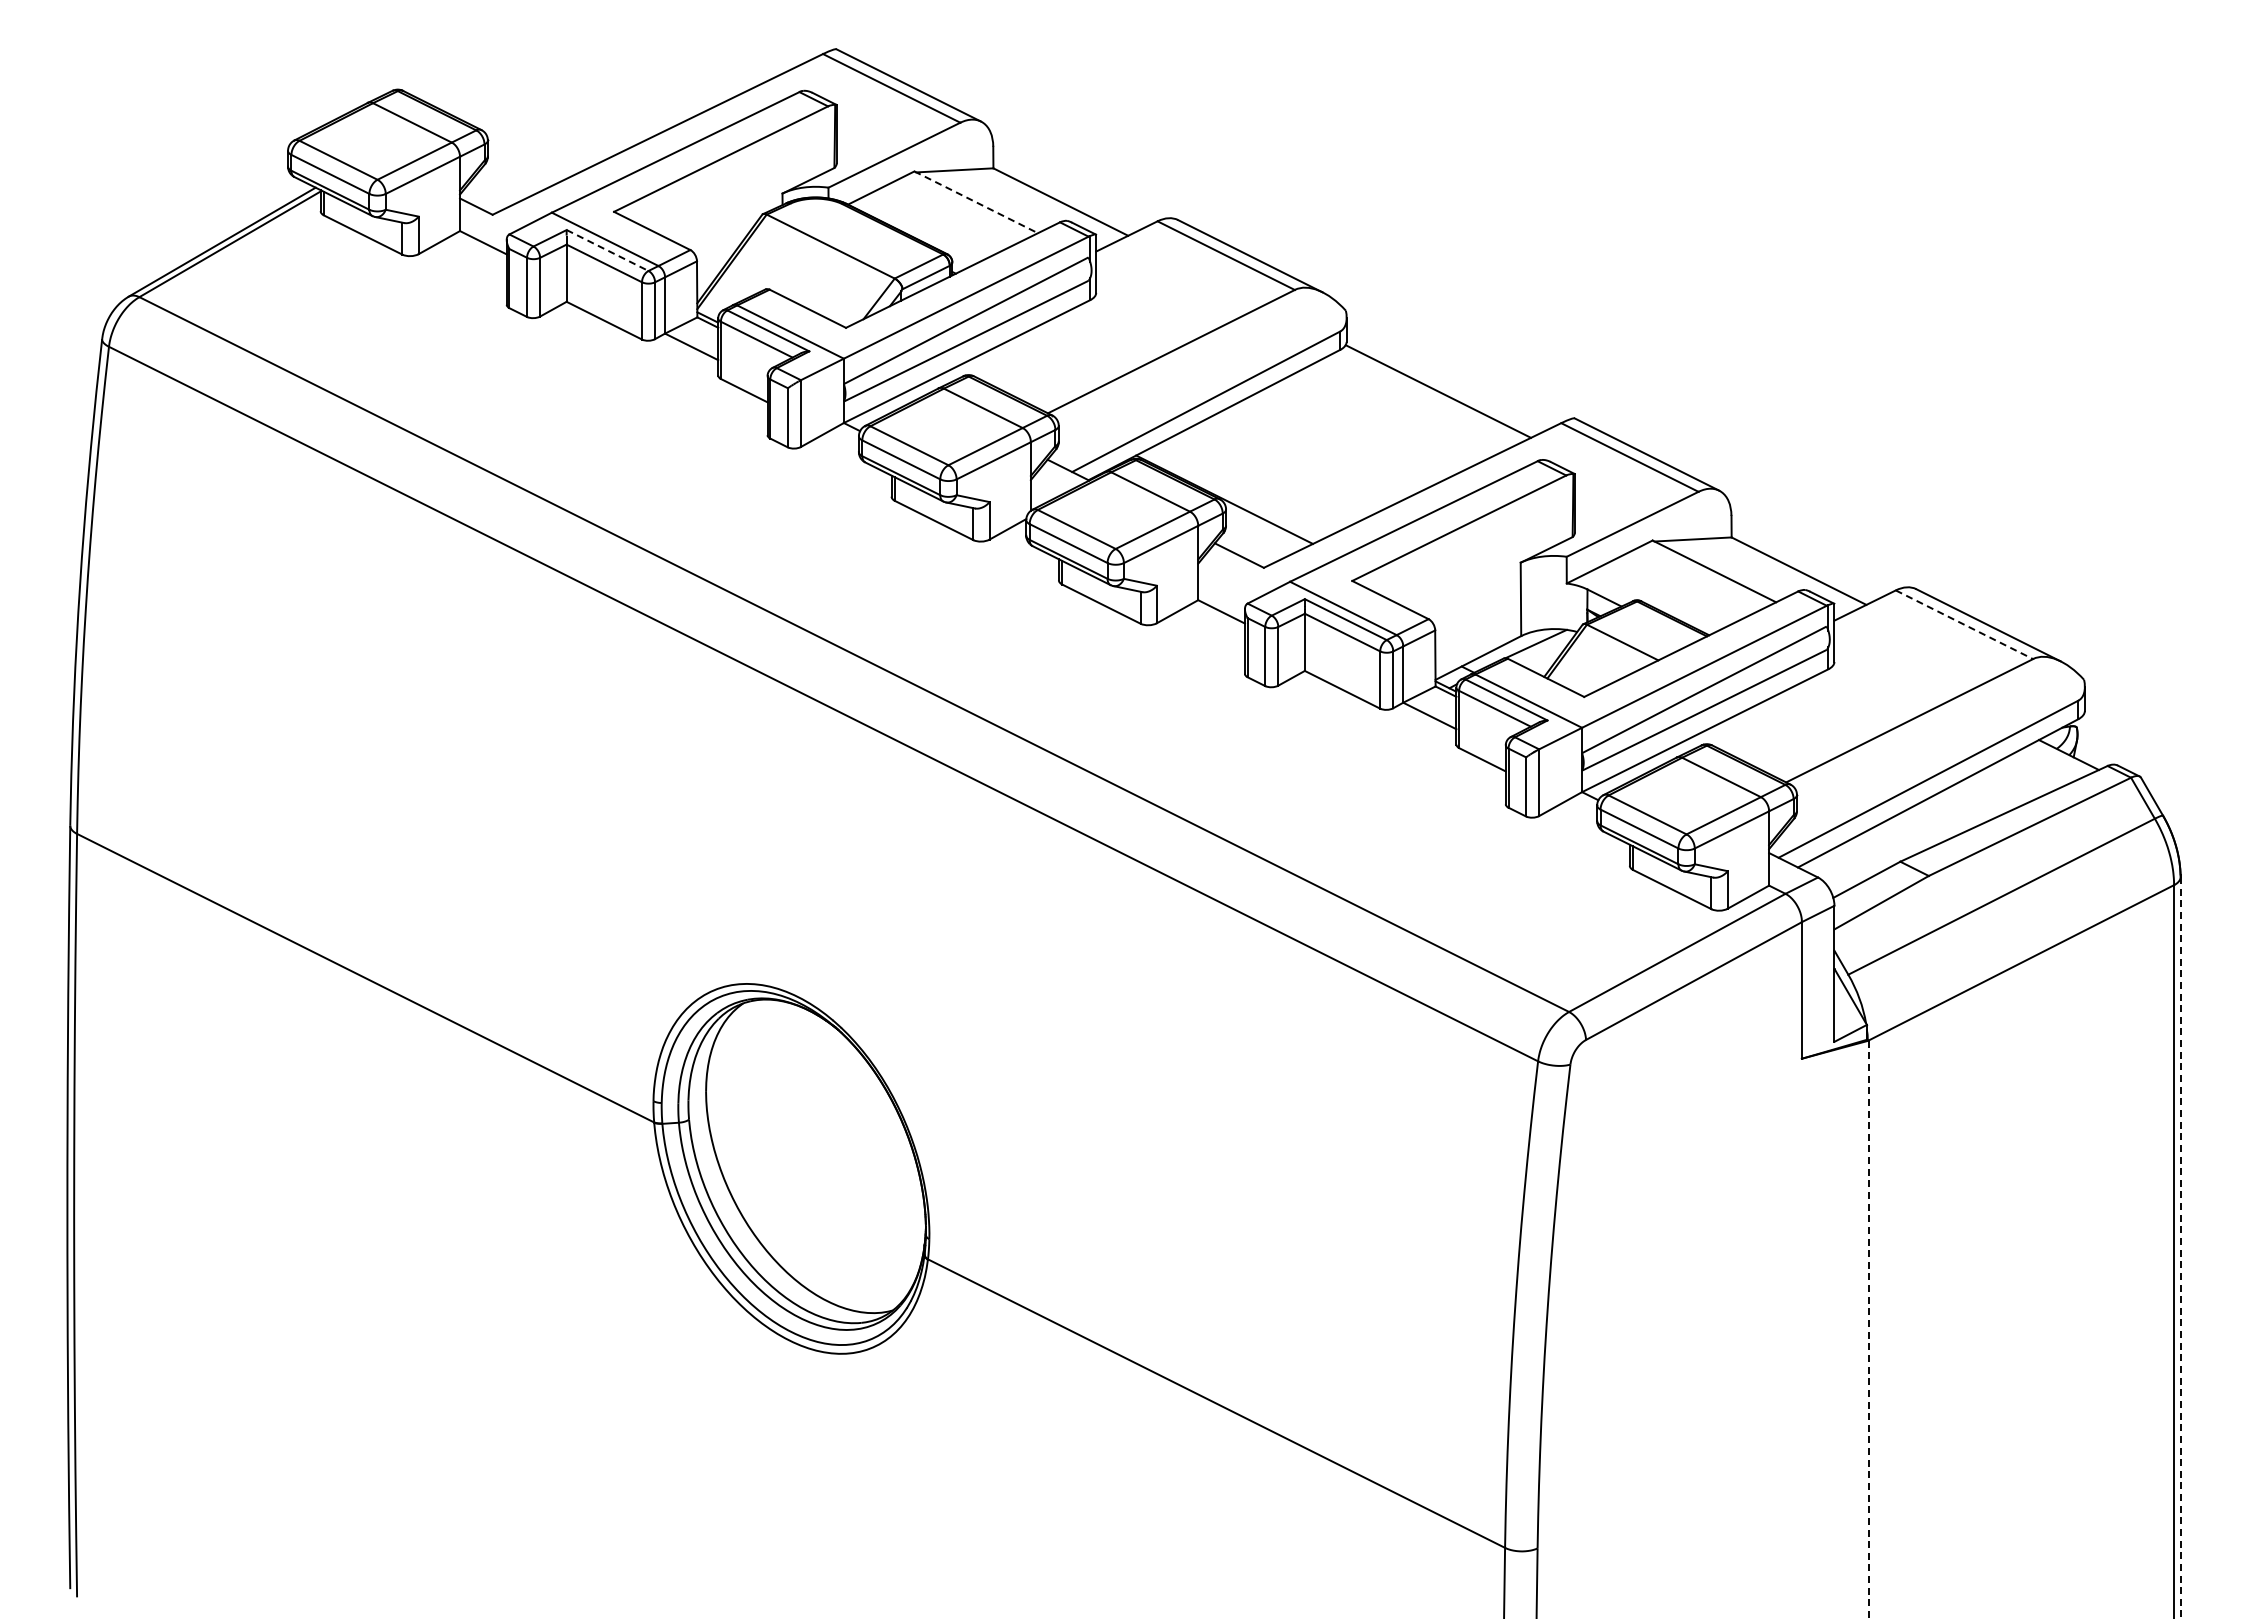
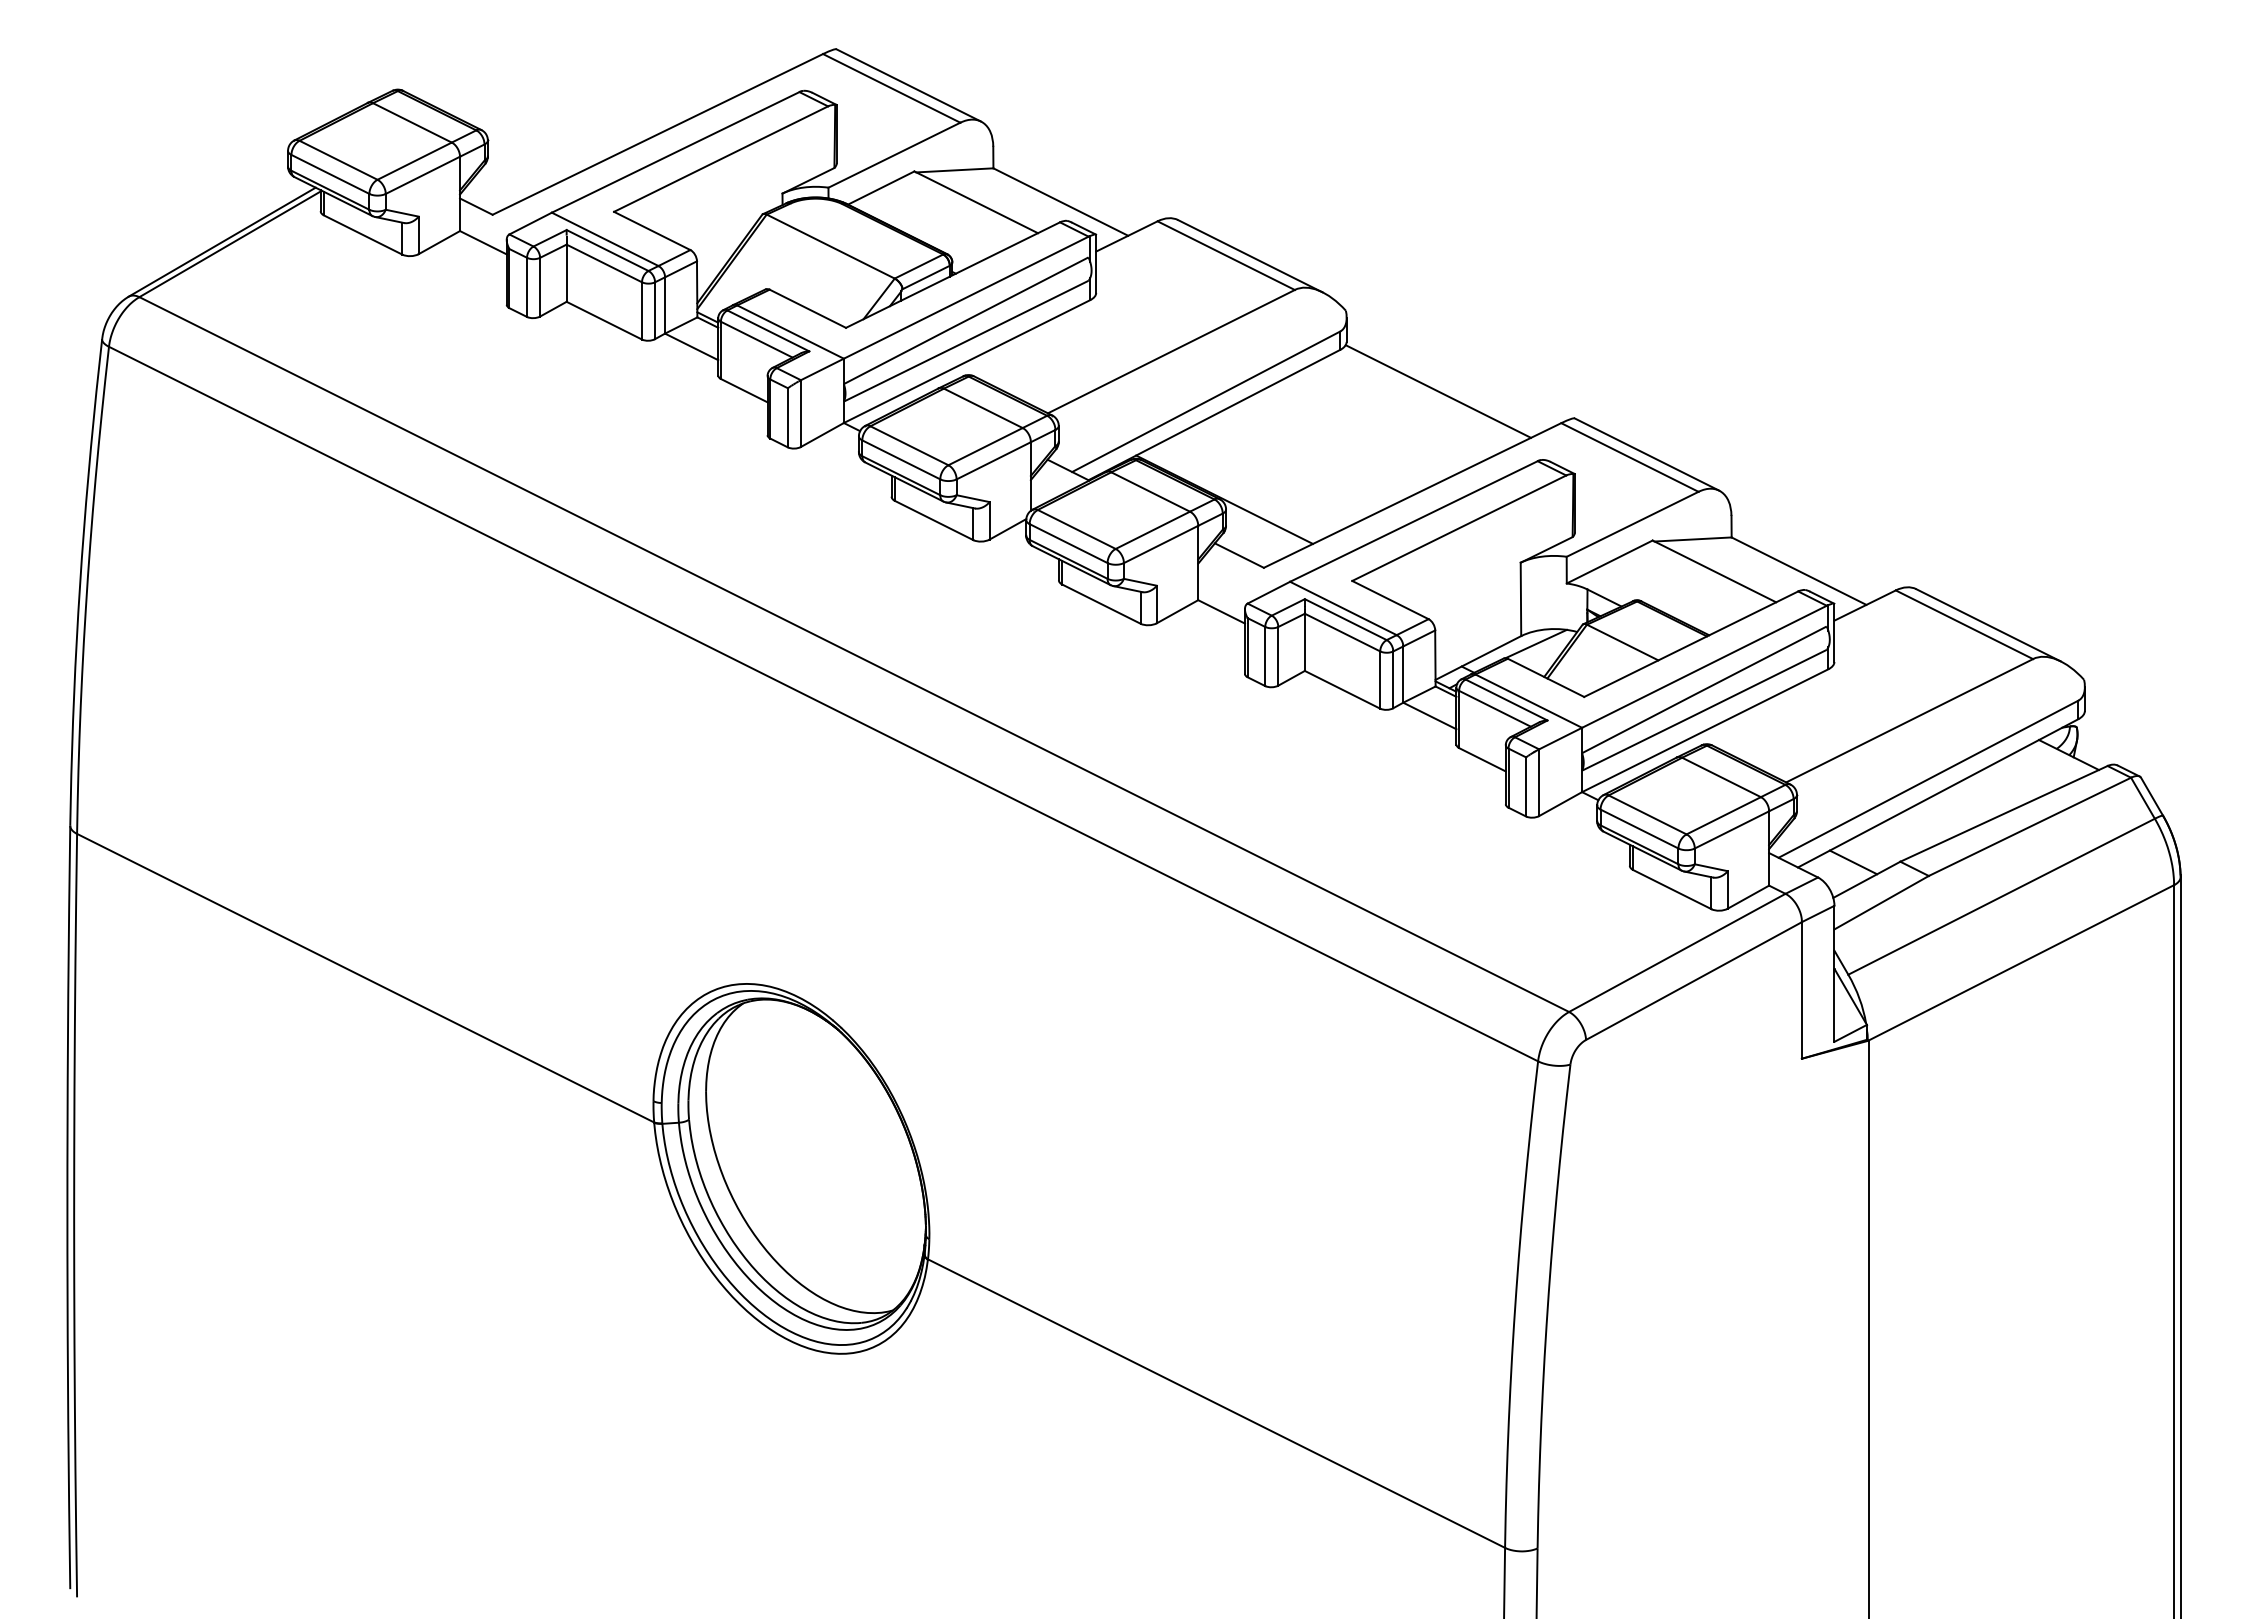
line at (976, 202): dashed -> solid
line at (607, 250): dashed -> solid
line at (1964, 624): dashed -> solid
line at (1853, 862): none -> present
line at (2180, 1248): dashed -> solid
line at (1868, 1329): dashed -> solid
